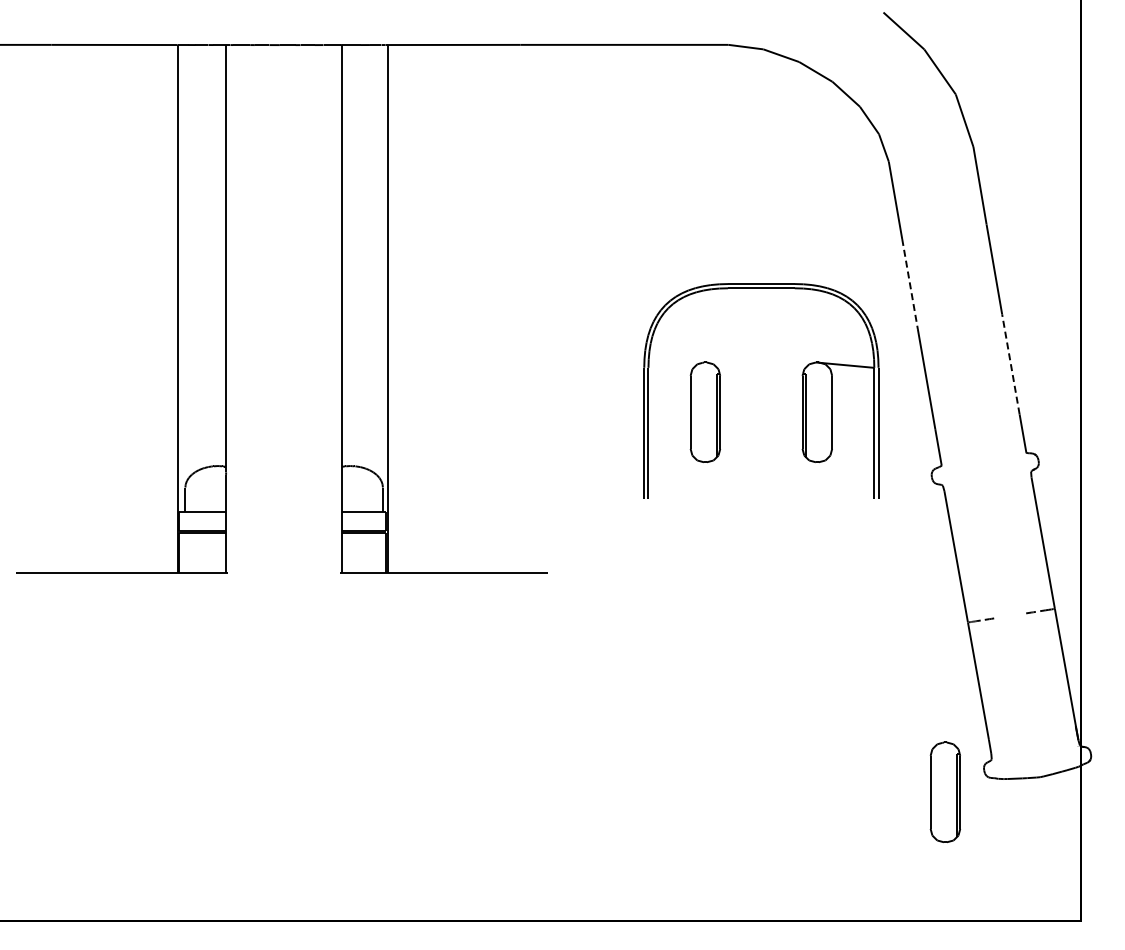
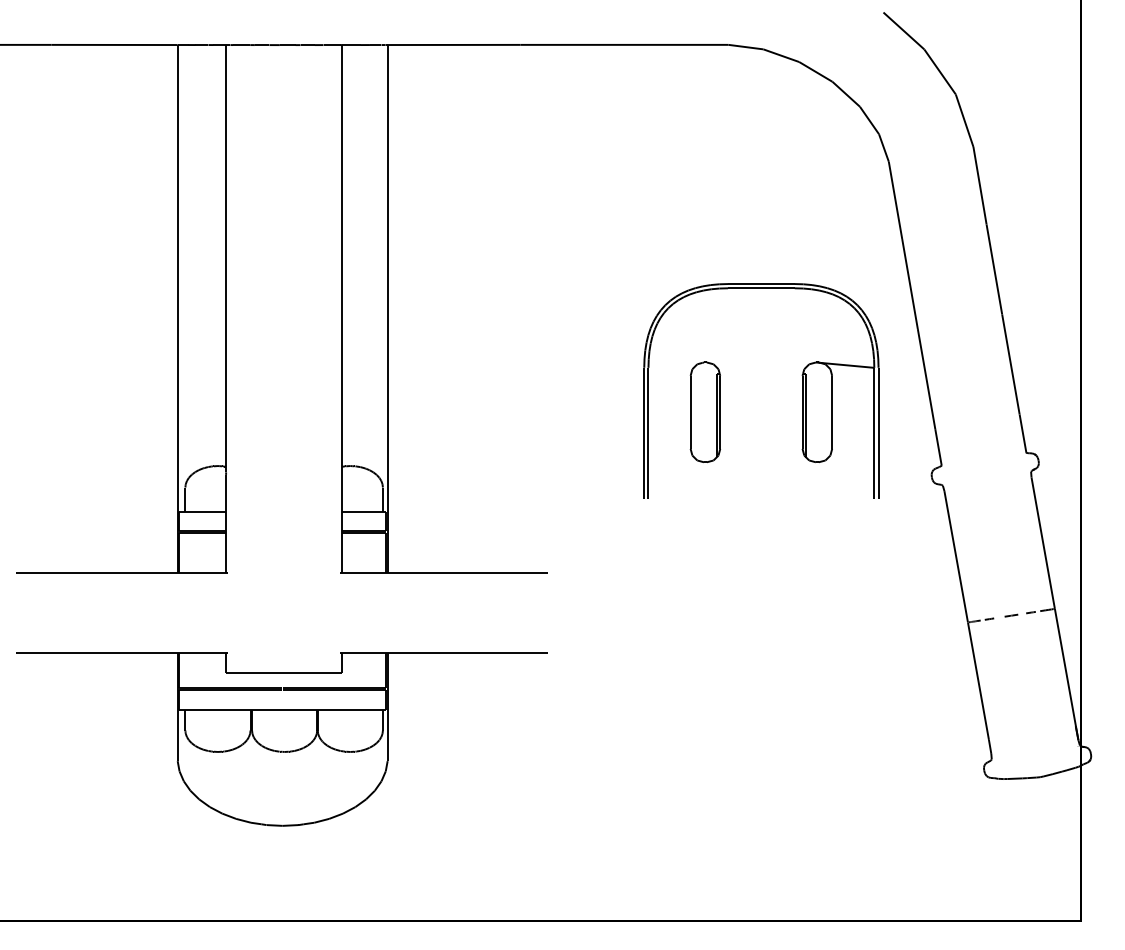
line at (910, 284): dashed -> solid
line at (1010, 364): dashed -> solid
line at (1011, 615): none -> present
part at (281, 739): none -> present
part at (944, 791): present -> none
